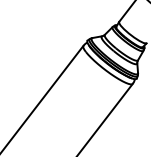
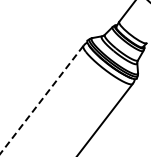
line at (41, 100): solid -> dashed
